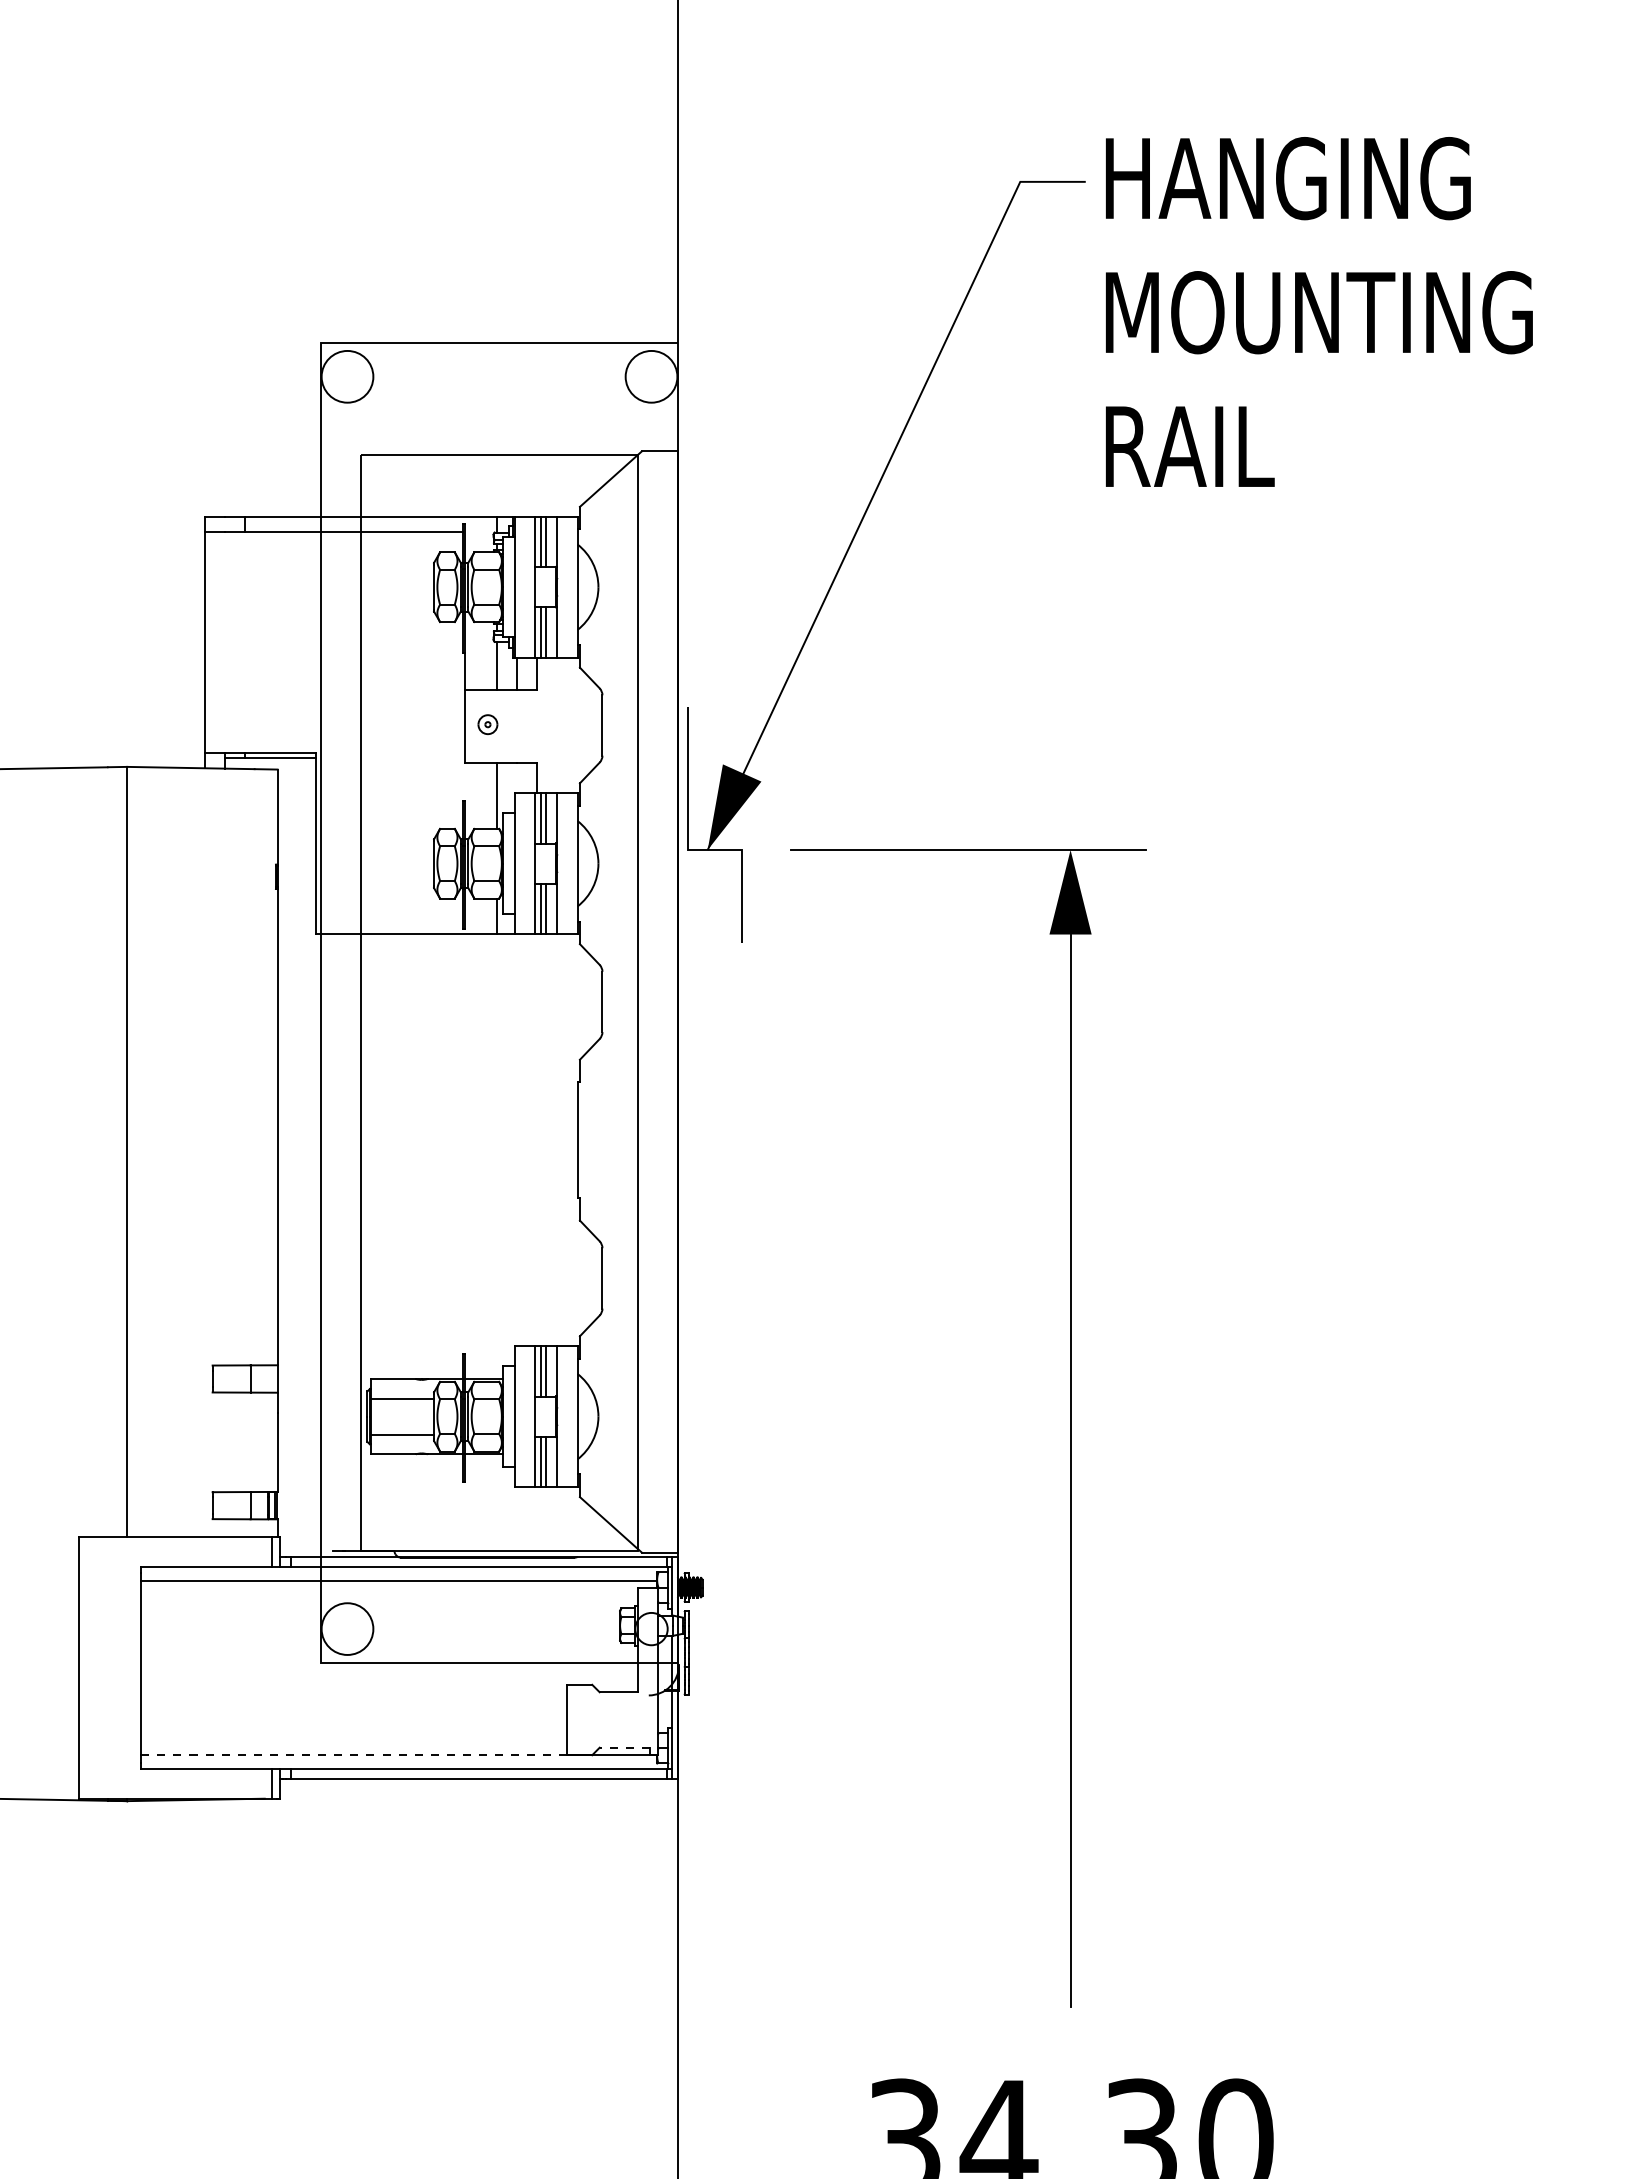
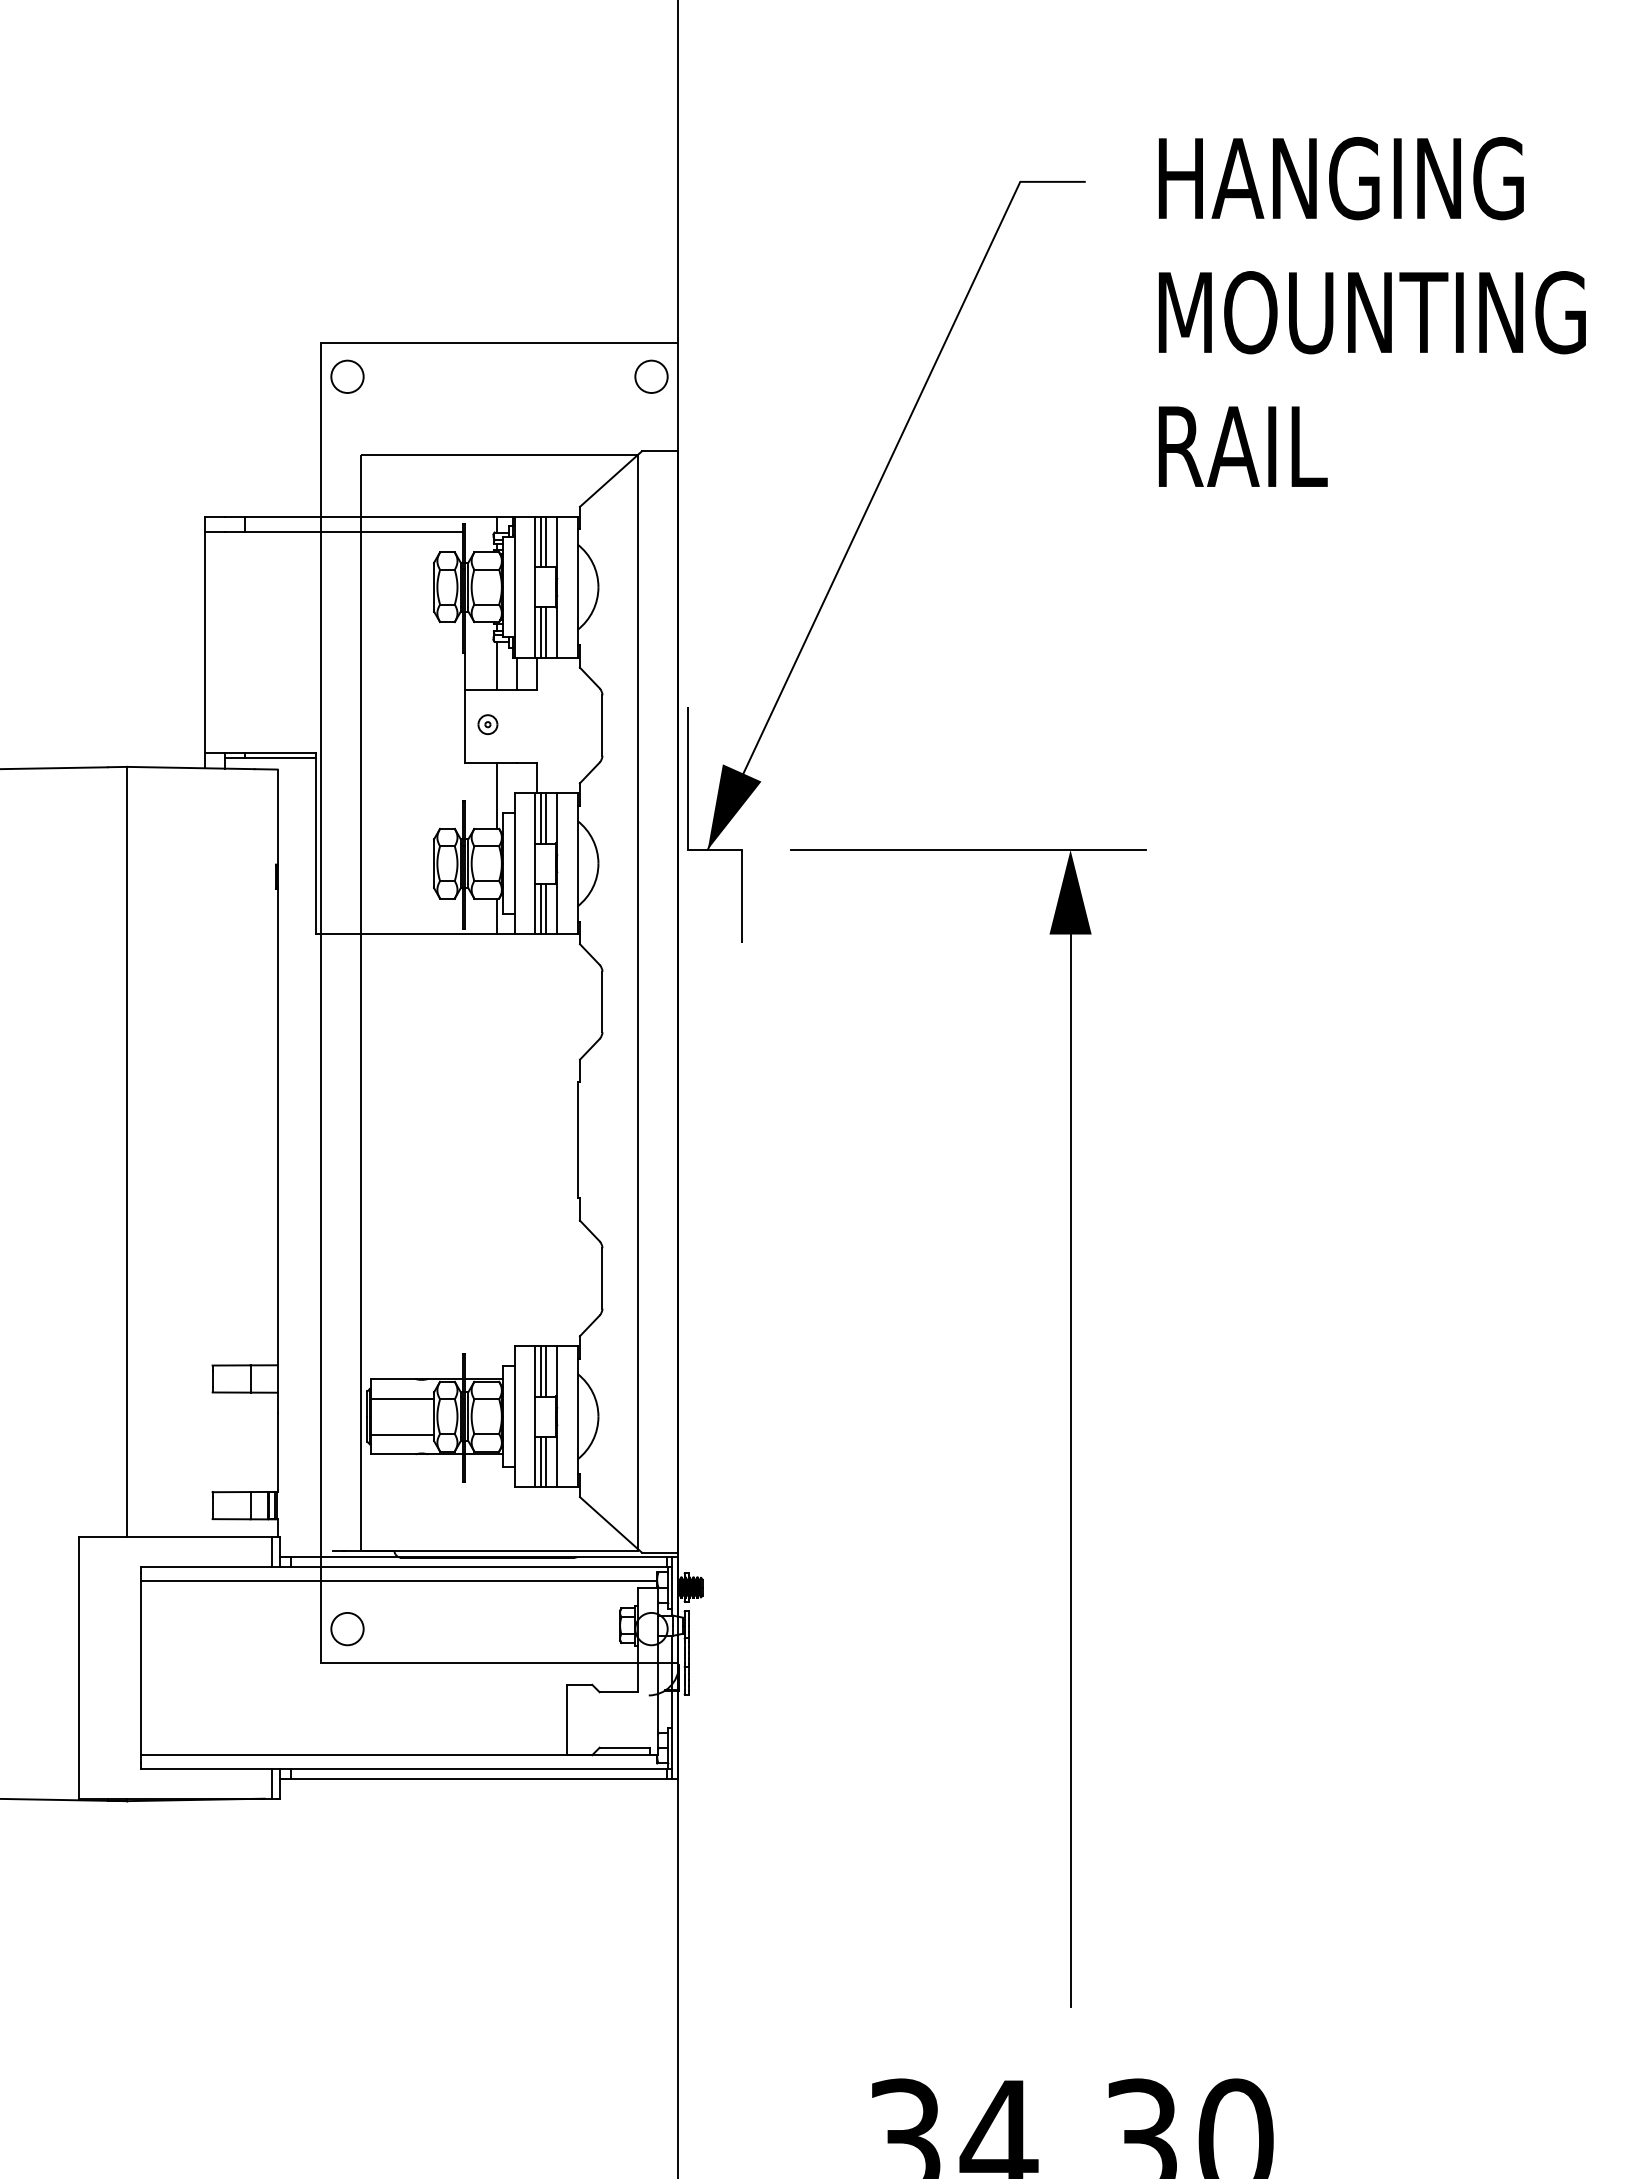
text at (1319, 311) position: (1319, 311) -> (1372, 311)
circle at (347, 376) diameter: 52 px -> 32 px
circle at (651, 376) diameter: 52 px -> 32 px
circle at (347, 1628) diameter: 52 px -> 32 px
line at (624, 1747): dashed -> solid
line at (353, 1755): dashed -> solid
